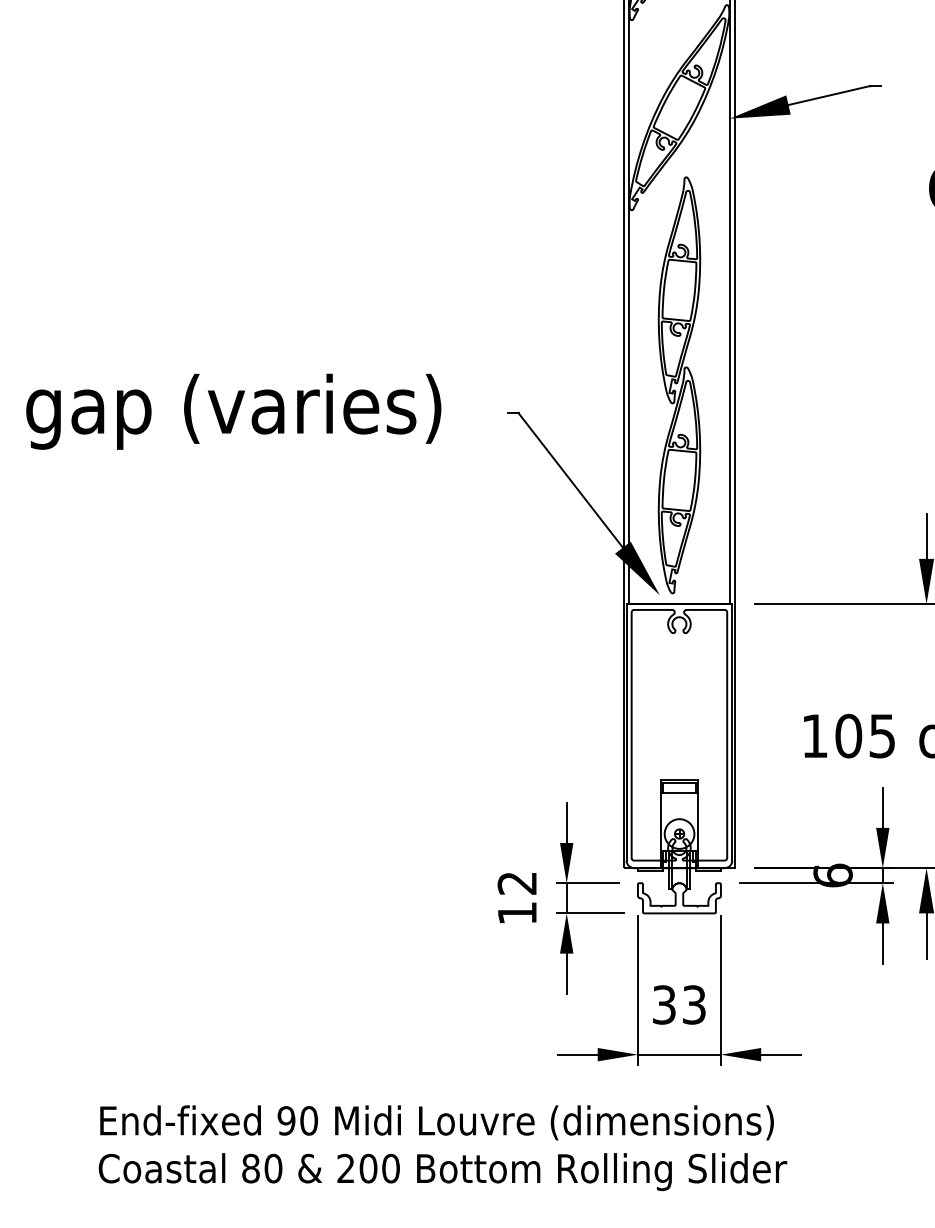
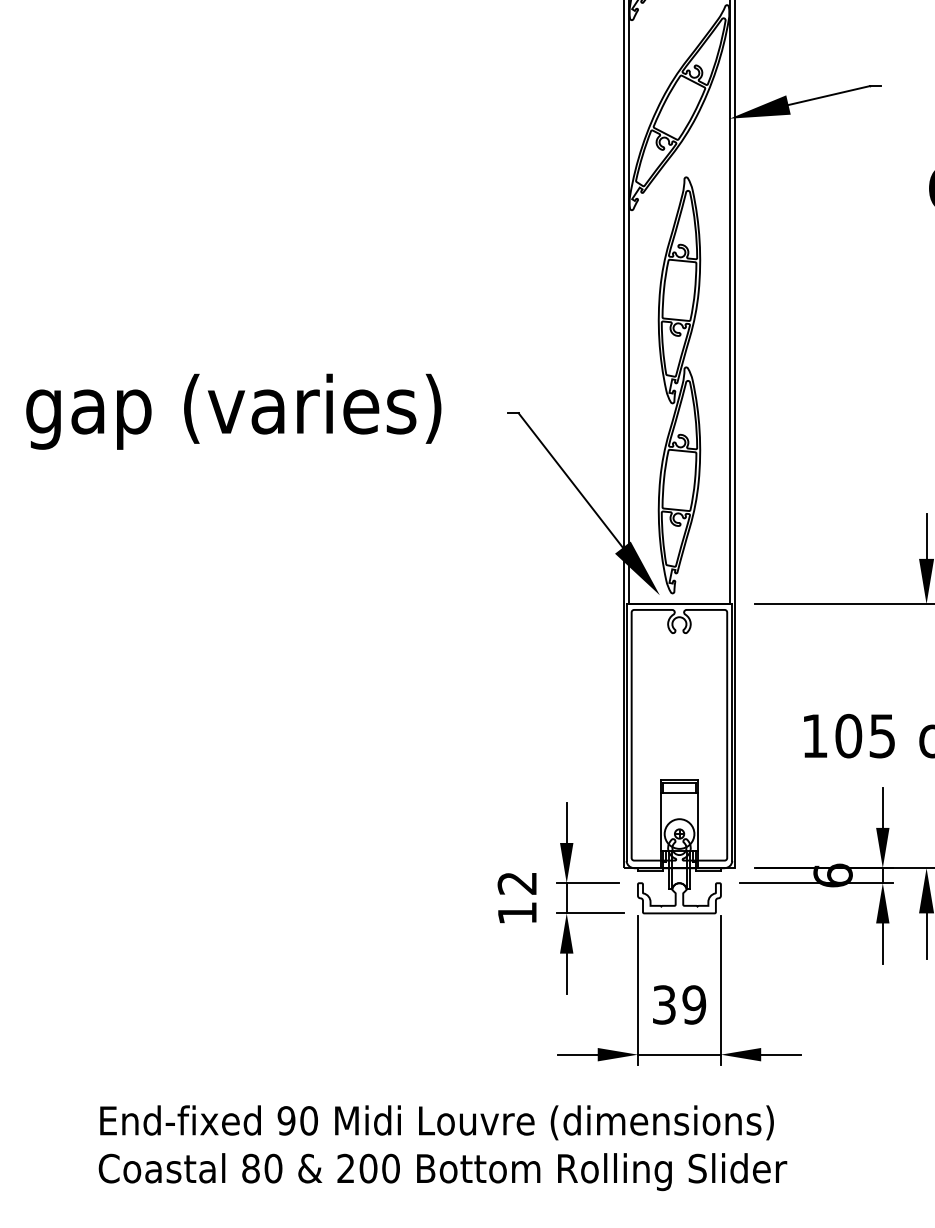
text at (694, 1004): 33 -> 39
